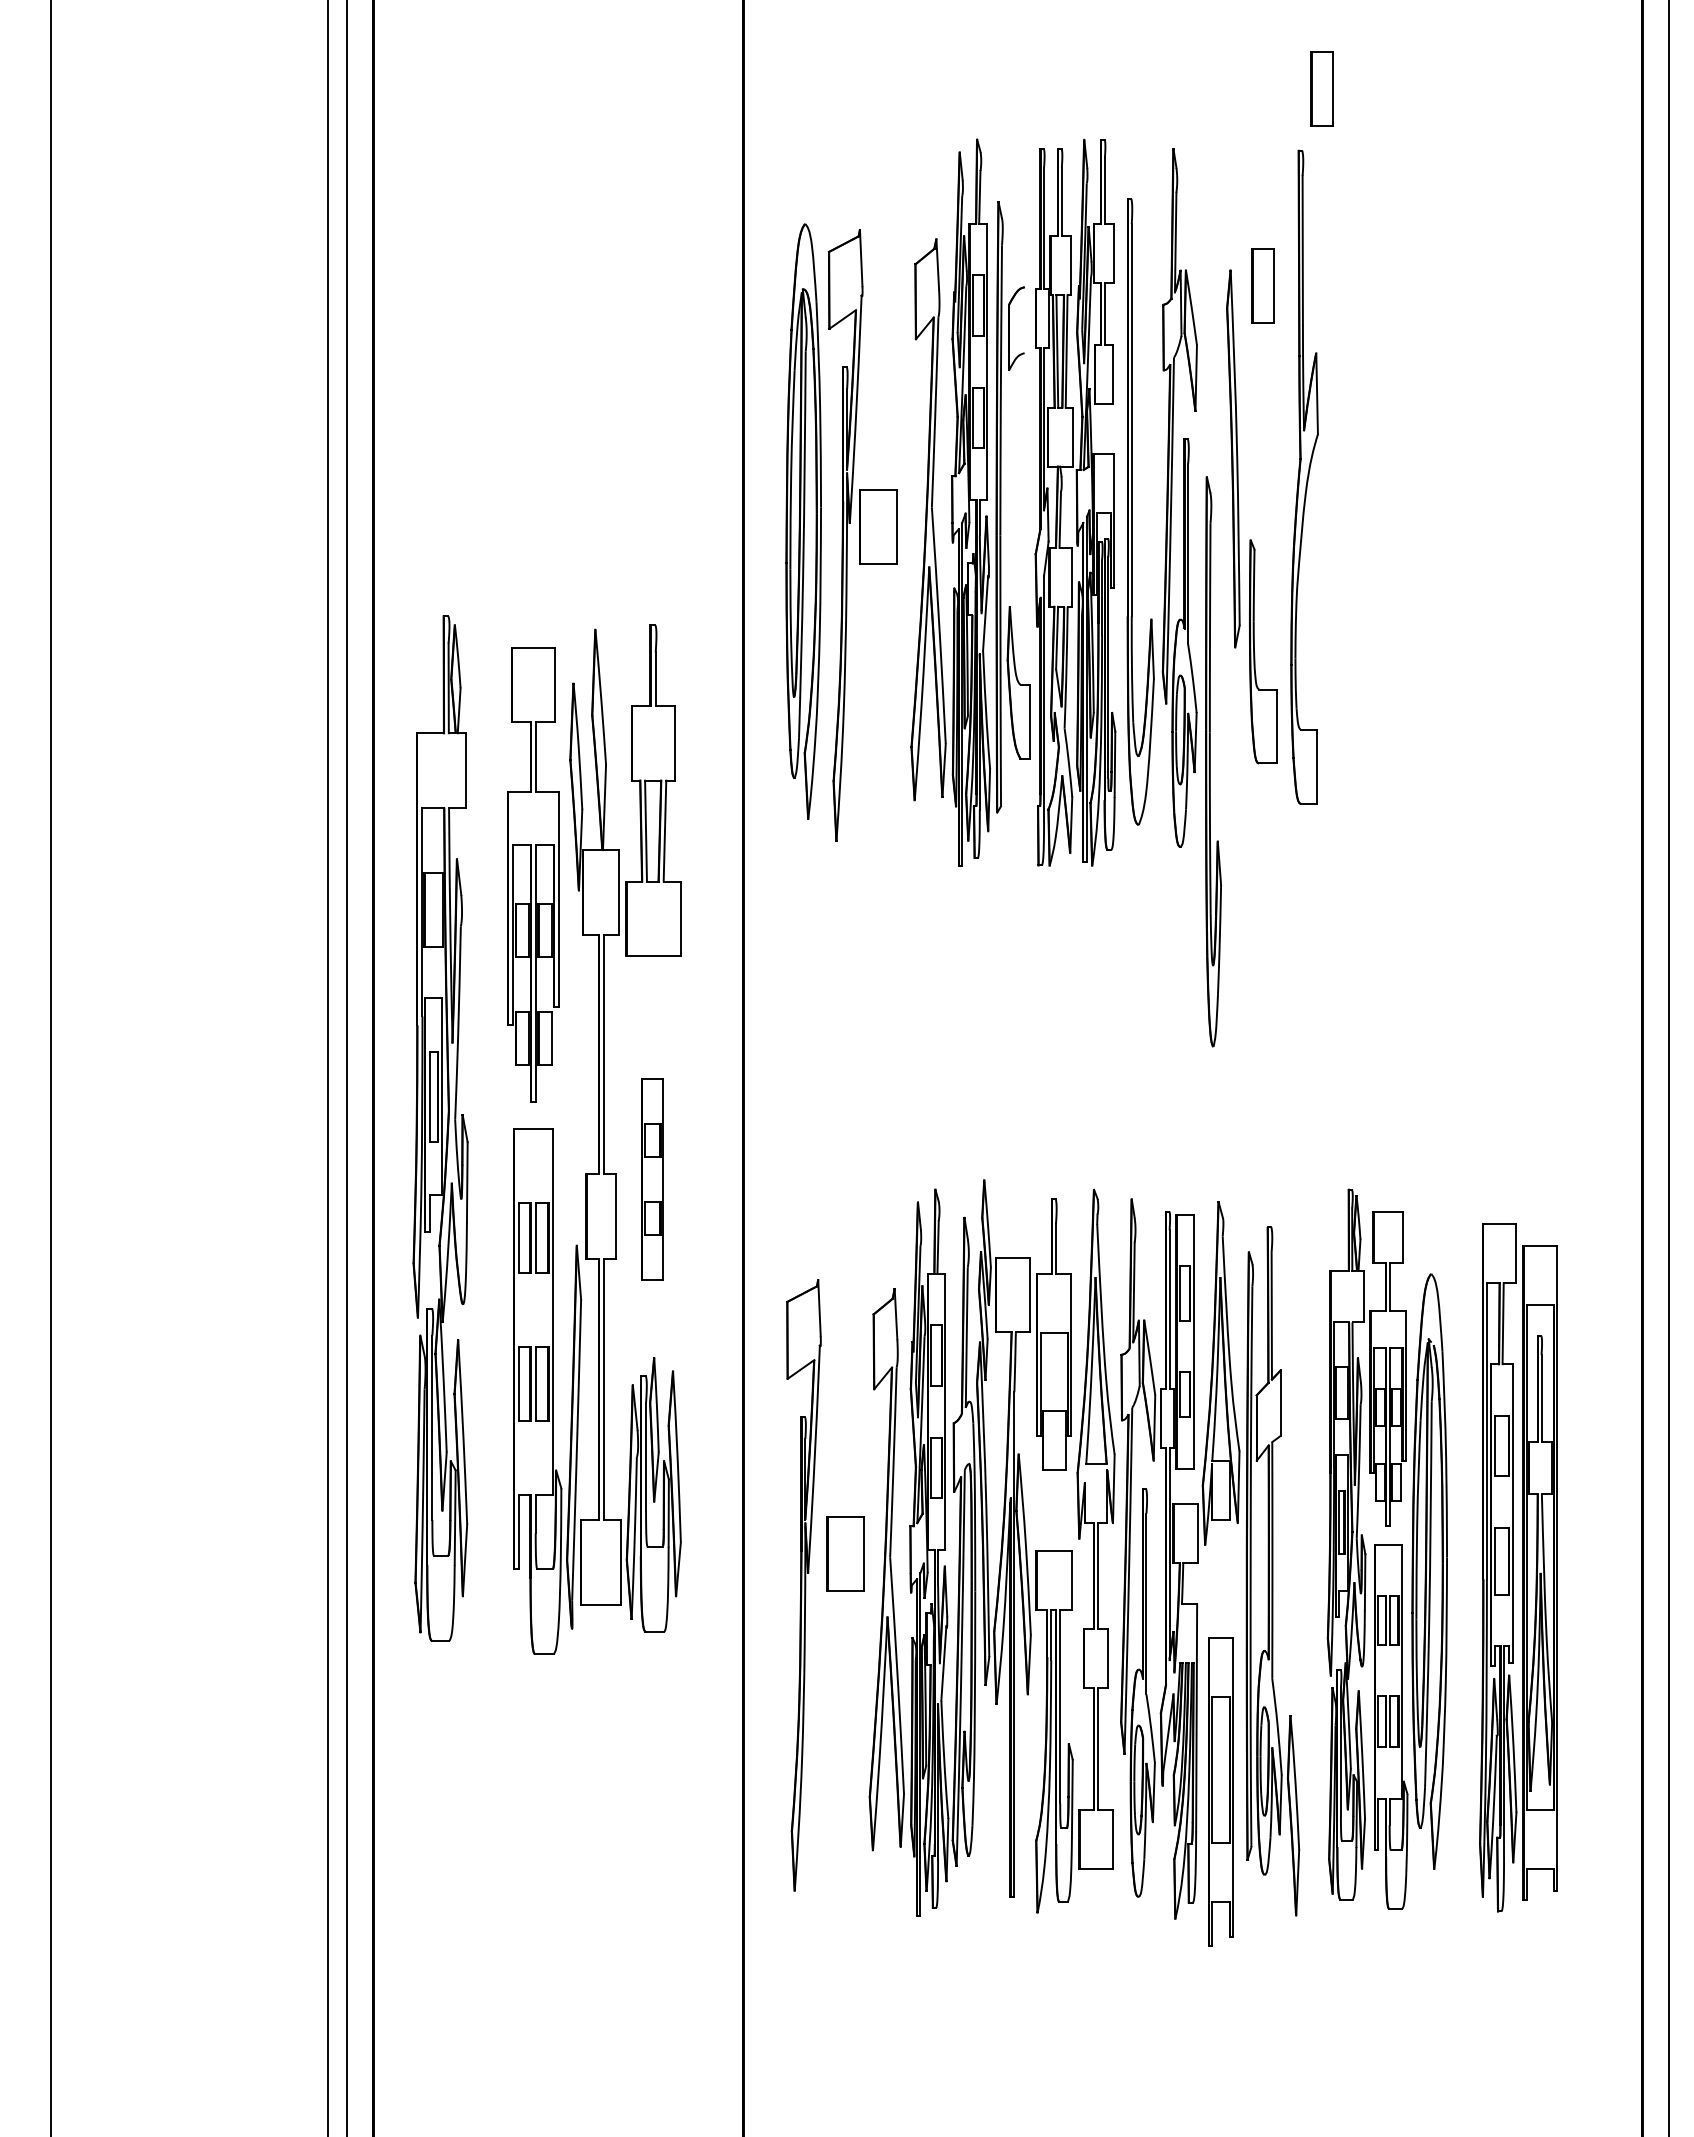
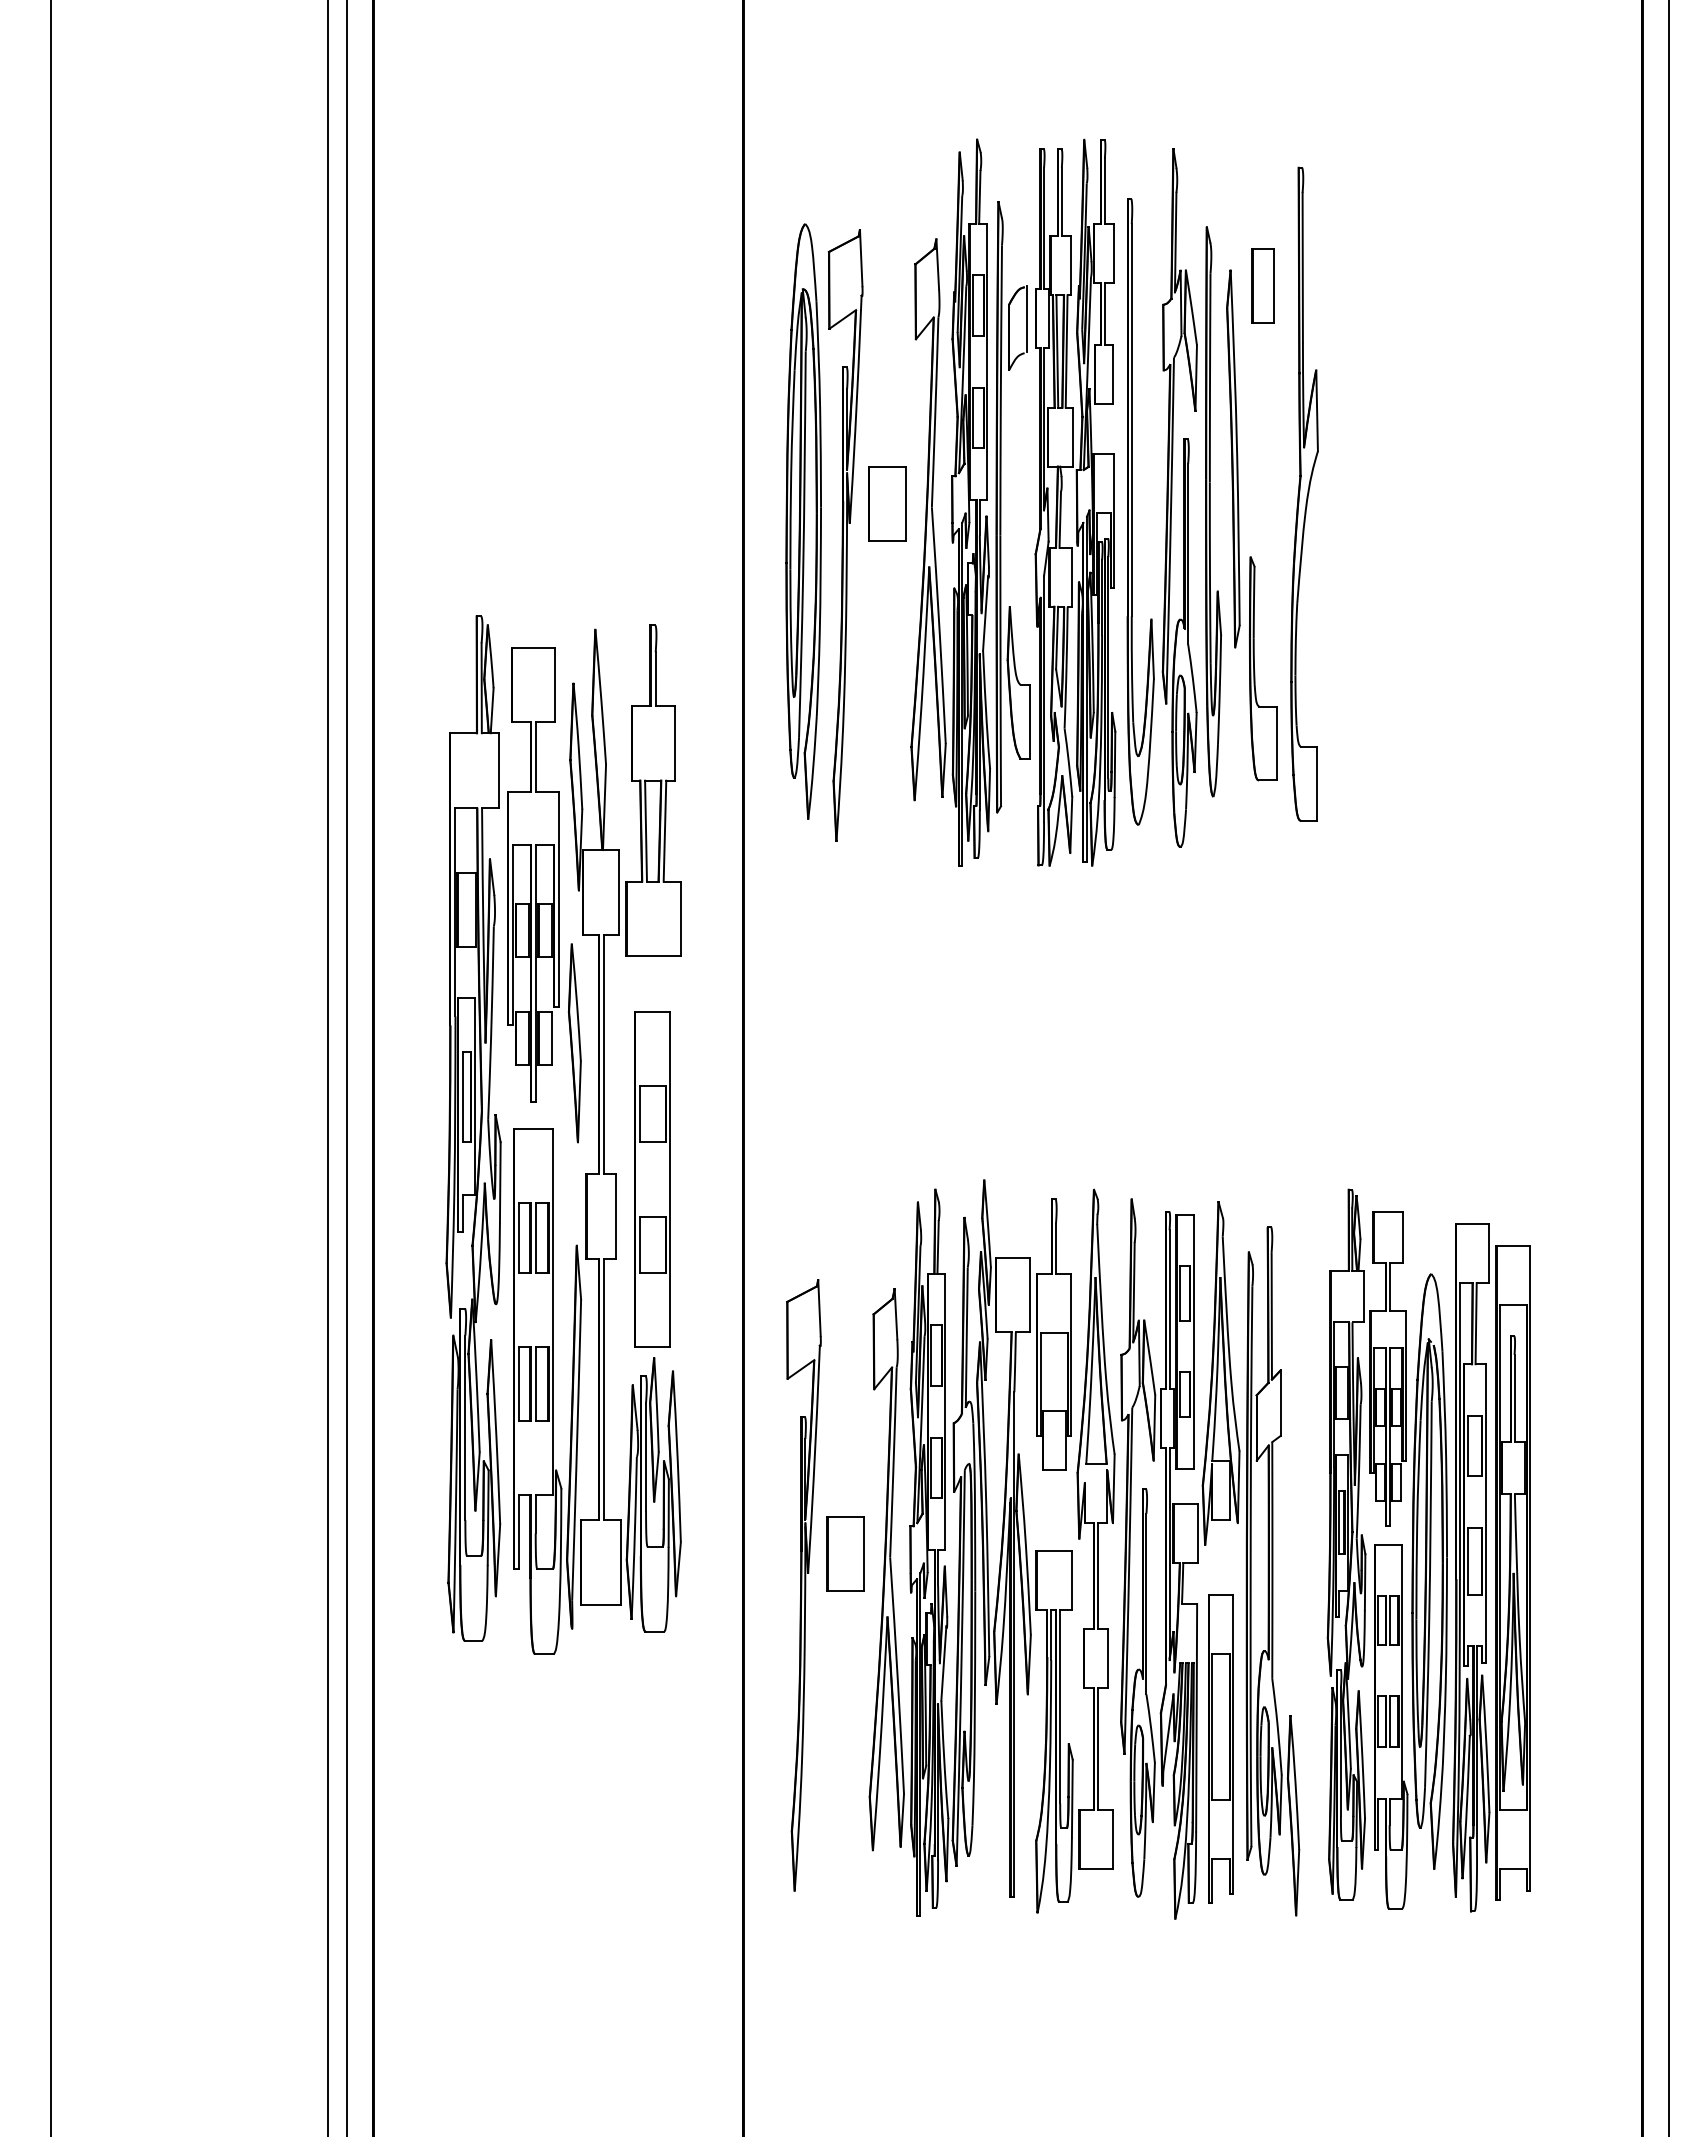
part at (1321, 88): present -> none
line at (1027, 318): none -> present
part at (1304, 476) position: (1304, 476) -> (1304, 493)
part at (878, 526) position: (878, 526) -> (887, 503)
part at (1255, 654) position: (1255, 654) -> (1255, 671)
part at (1213, 761) position: (1213, 761) -> (1213, 511)
part at (574, 1043): none -> present
part at (440, 1128) position: (440, 1128) -> (473, 1128)
part at (652, 1179) size: 23x203 px -> 37x337 px
part at (1518, 1567) position: (1518, 1567) -> (1491, 1567)
part at (1220, 1791) position: (1220, 1791) -> (1220, 1748)
